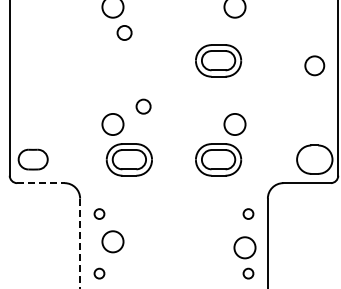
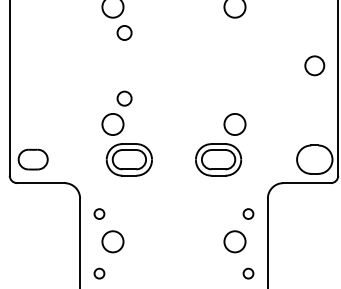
part at (218, 60): present -> none
circle at (143, 106) position: (143, 106) -> (124, 98)
line at (40, 183): dashed -> solid
line at (80, 243): dashed -> solid
circle at (244, 247) position: (244, 247) -> (234, 241)
